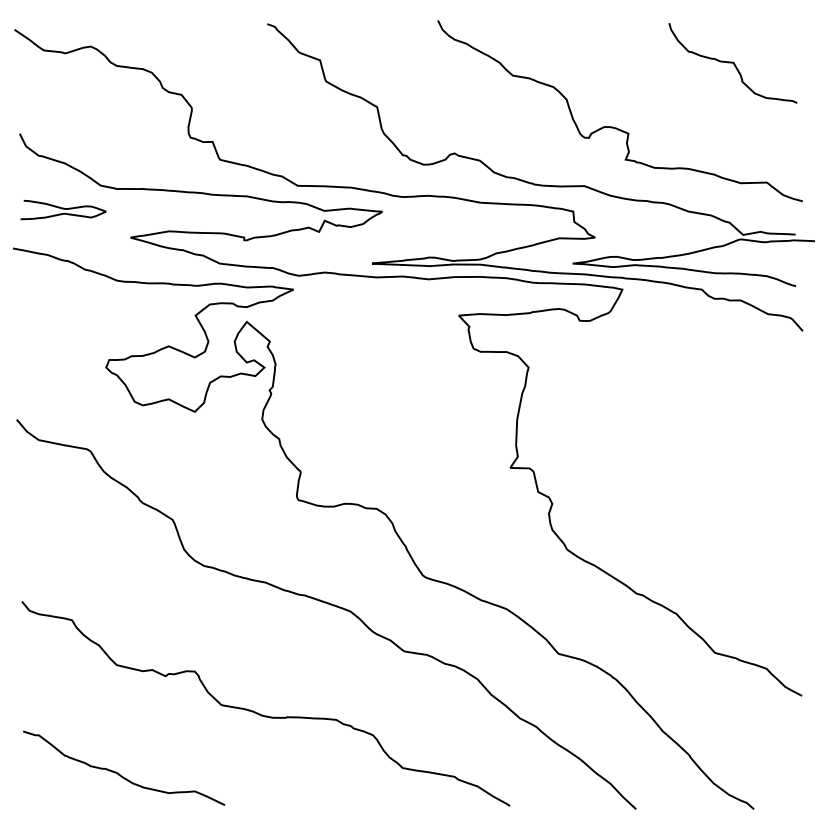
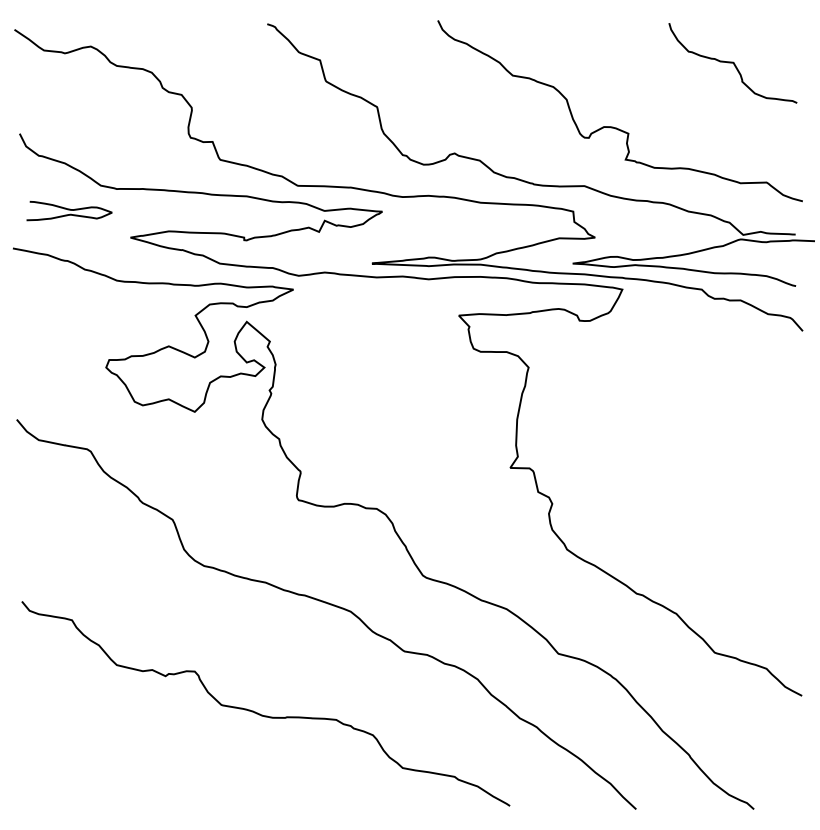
curve at (63, 209) position: (63, 209) -> (69, 210)
curve at (119, 773): present -> none
